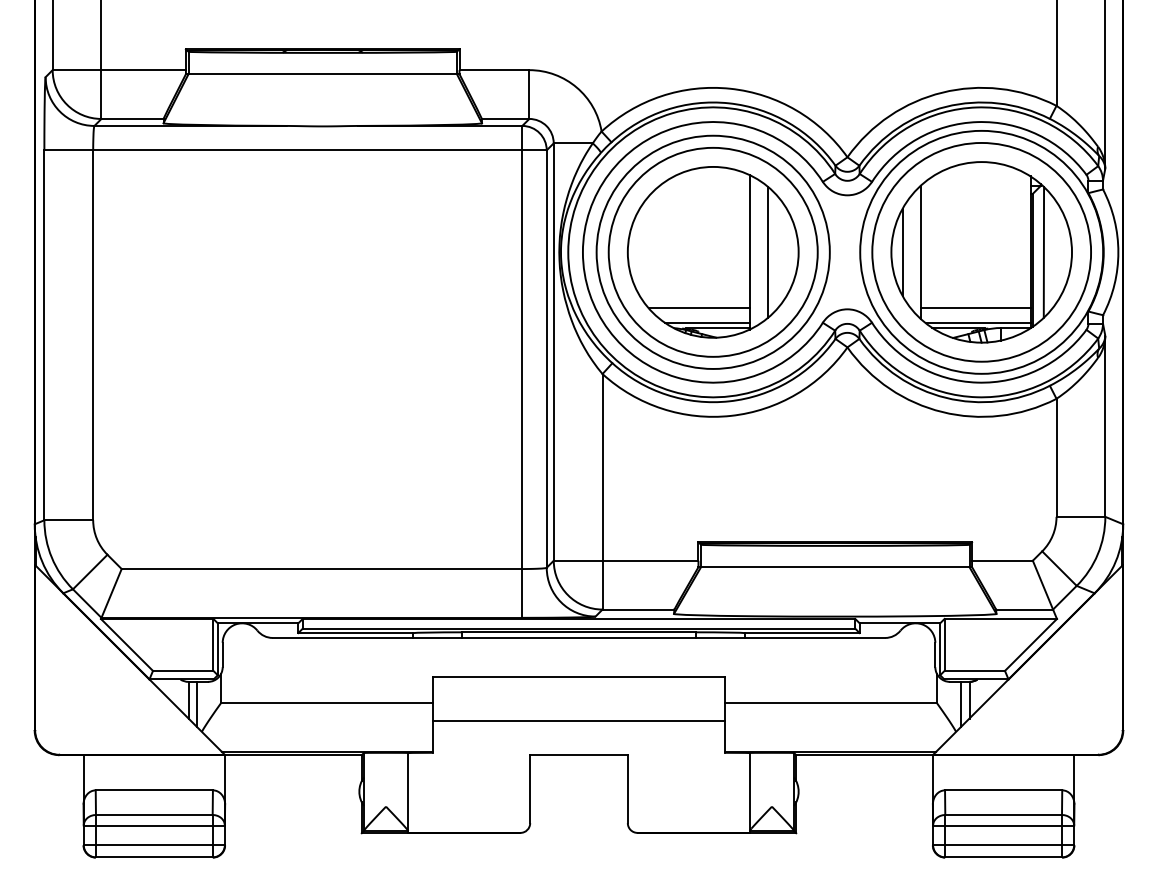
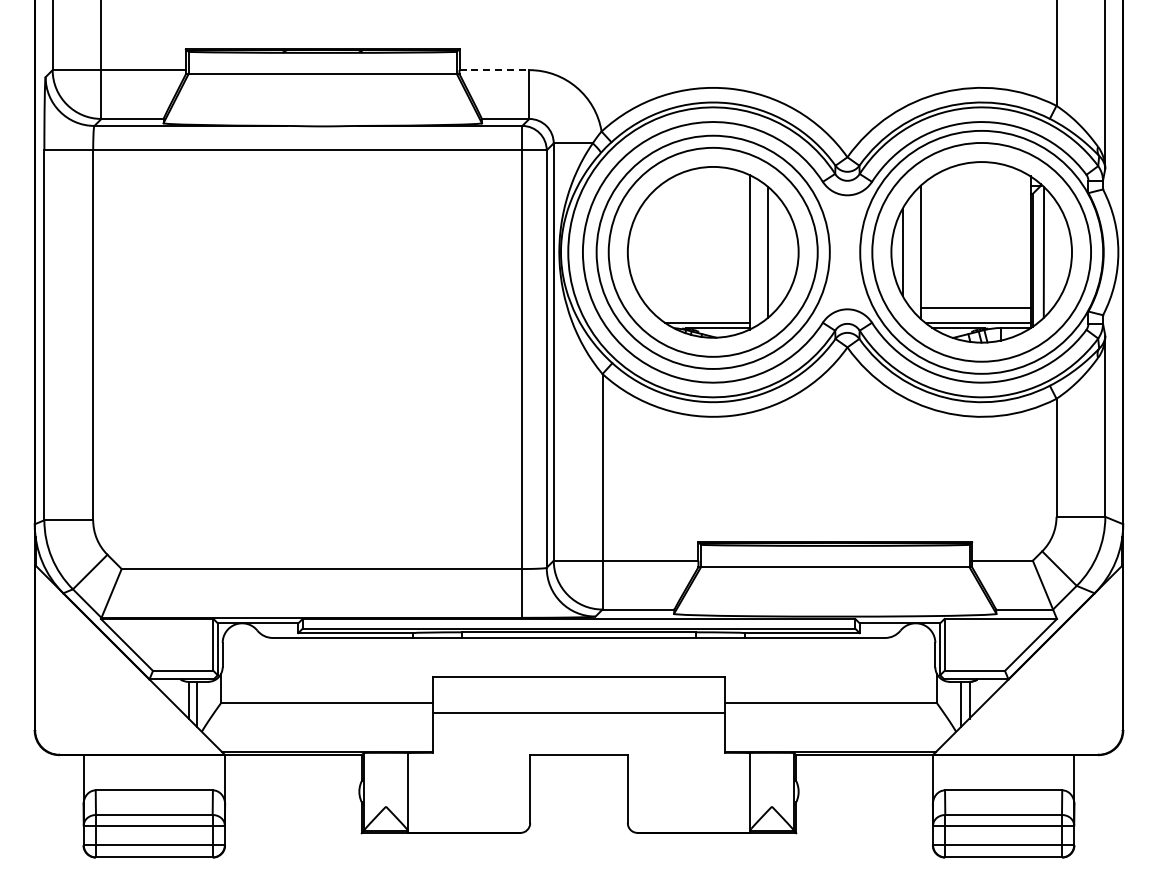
line at (494, 70): solid -> dashed
line at (698, 308): present -> none
line at (578, 720) position: (578, 720) -> (578, 712)
